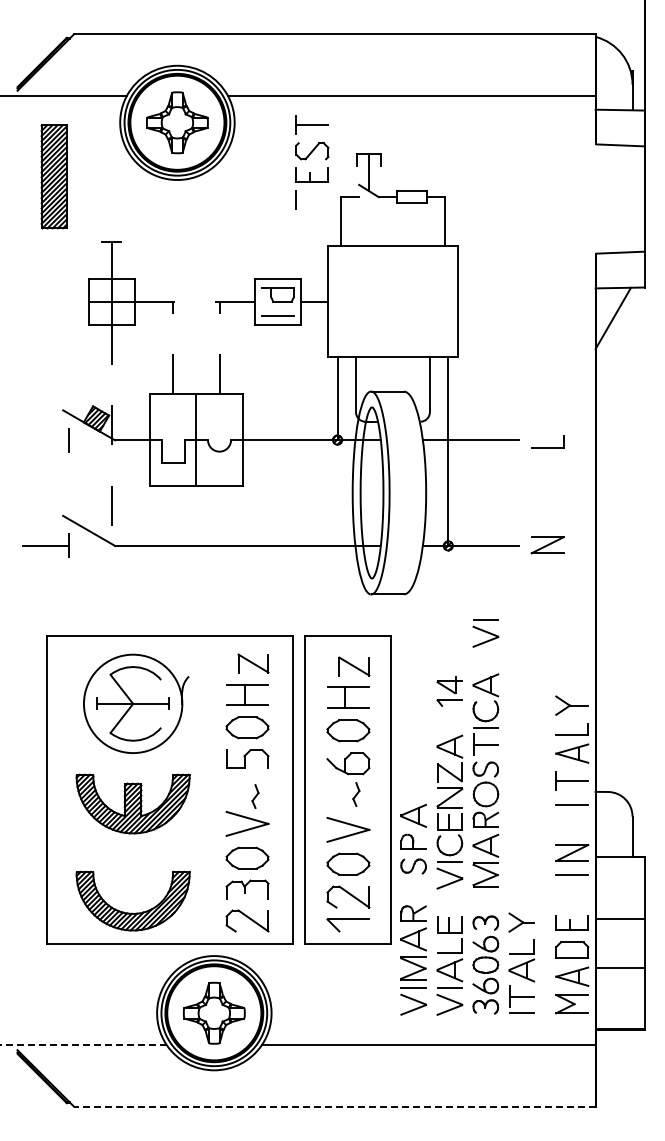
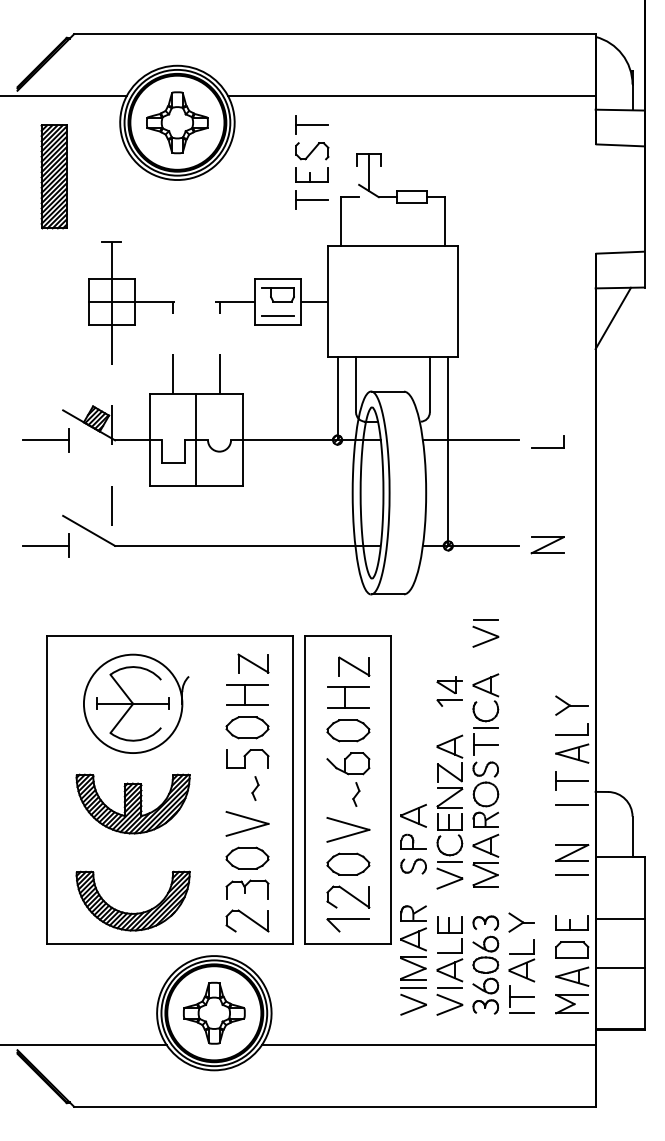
line at (312, 200): none -> present
line at (45, 440): none -> present
part at (255, 796) position: (255, 796) -> (255, 788)
line at (82, 1045): dashed -> solid
line at (334, 1106): dashed -> solid
